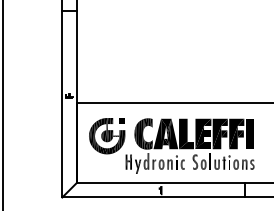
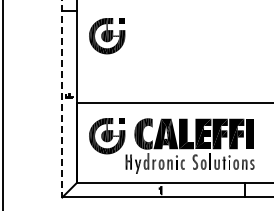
part at (107, 36): none -> present
line at (62, 99): solid -> dashed
